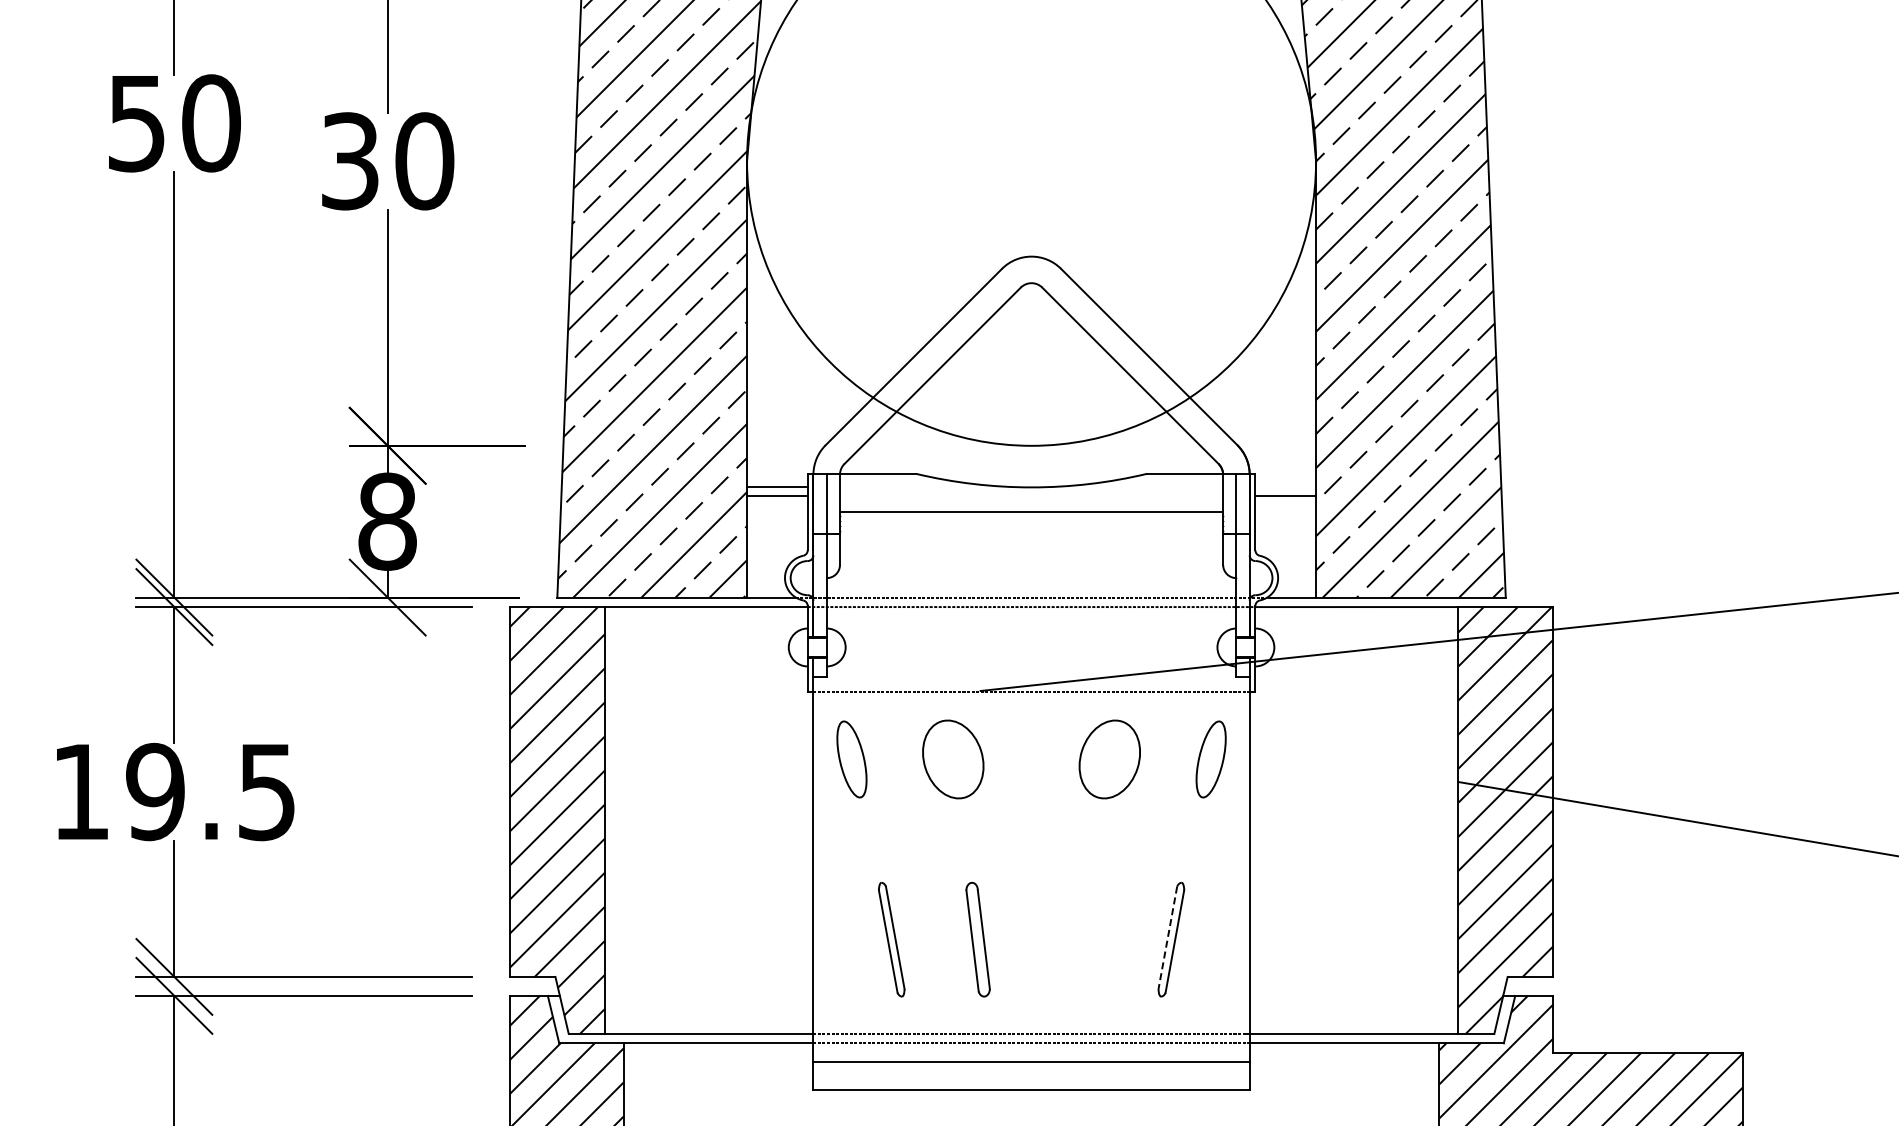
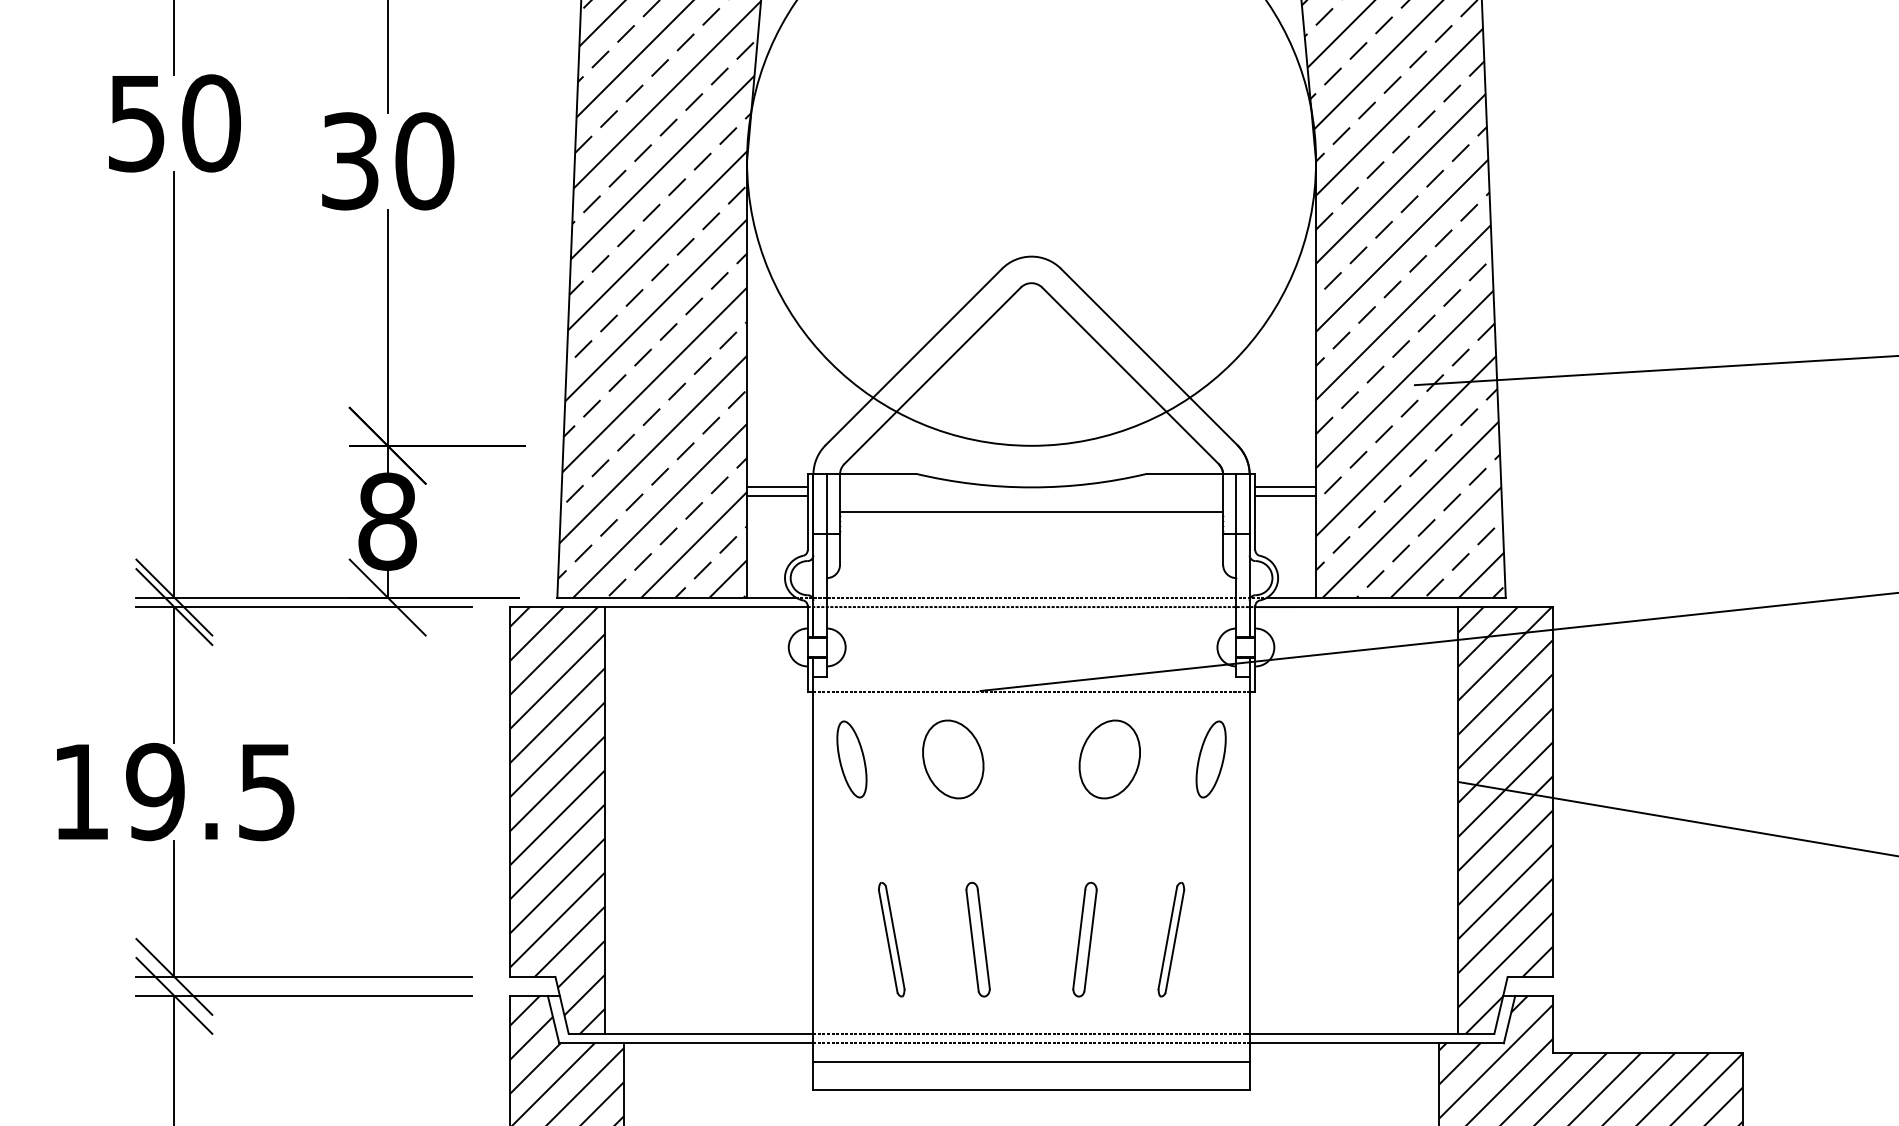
line at (1654, 370): none -> present
line at (1285, 486): none -> present
line at (1167, 938): dashed -> solid
part at (1084, 939): none -> present
